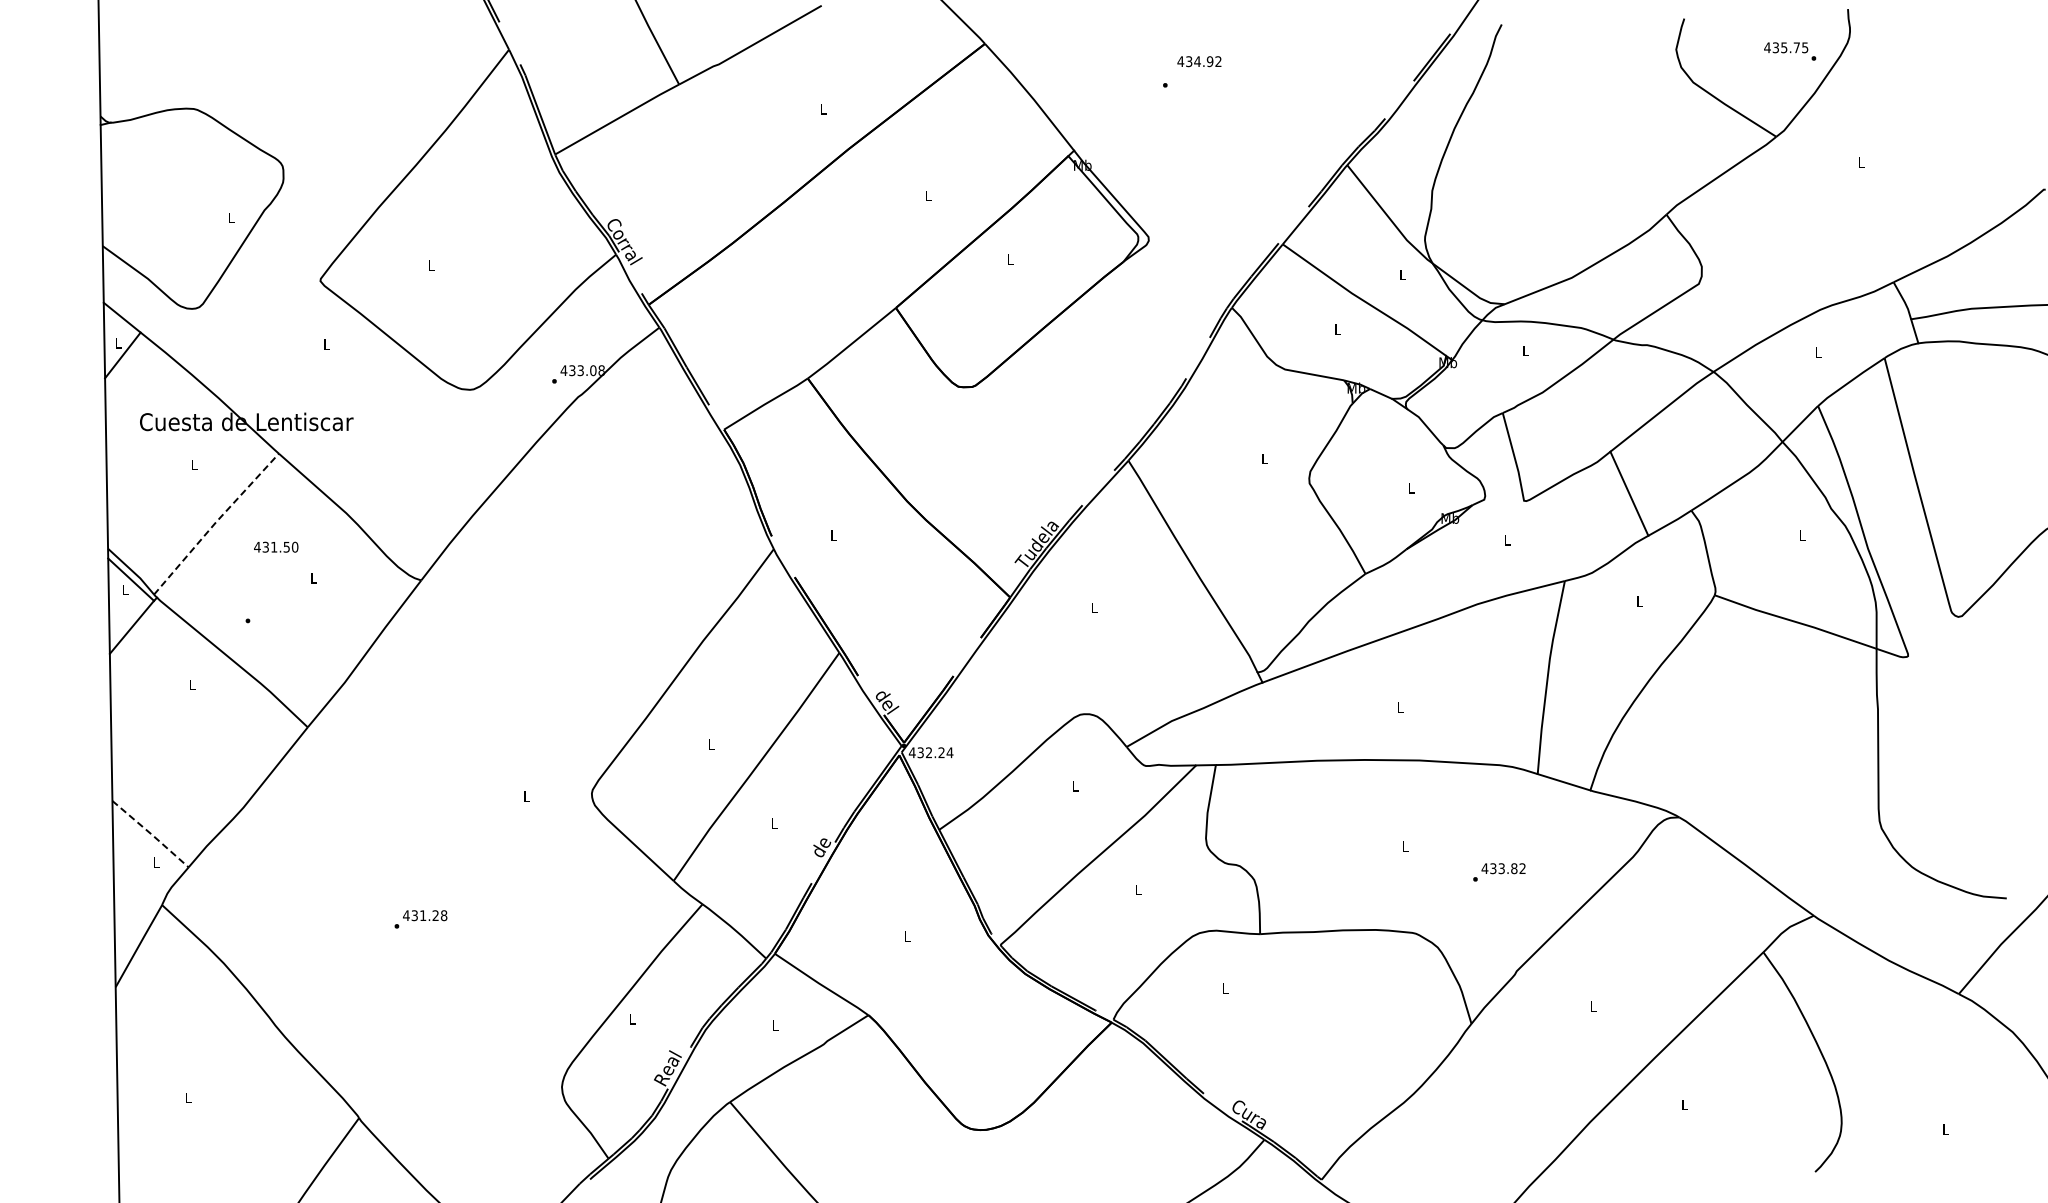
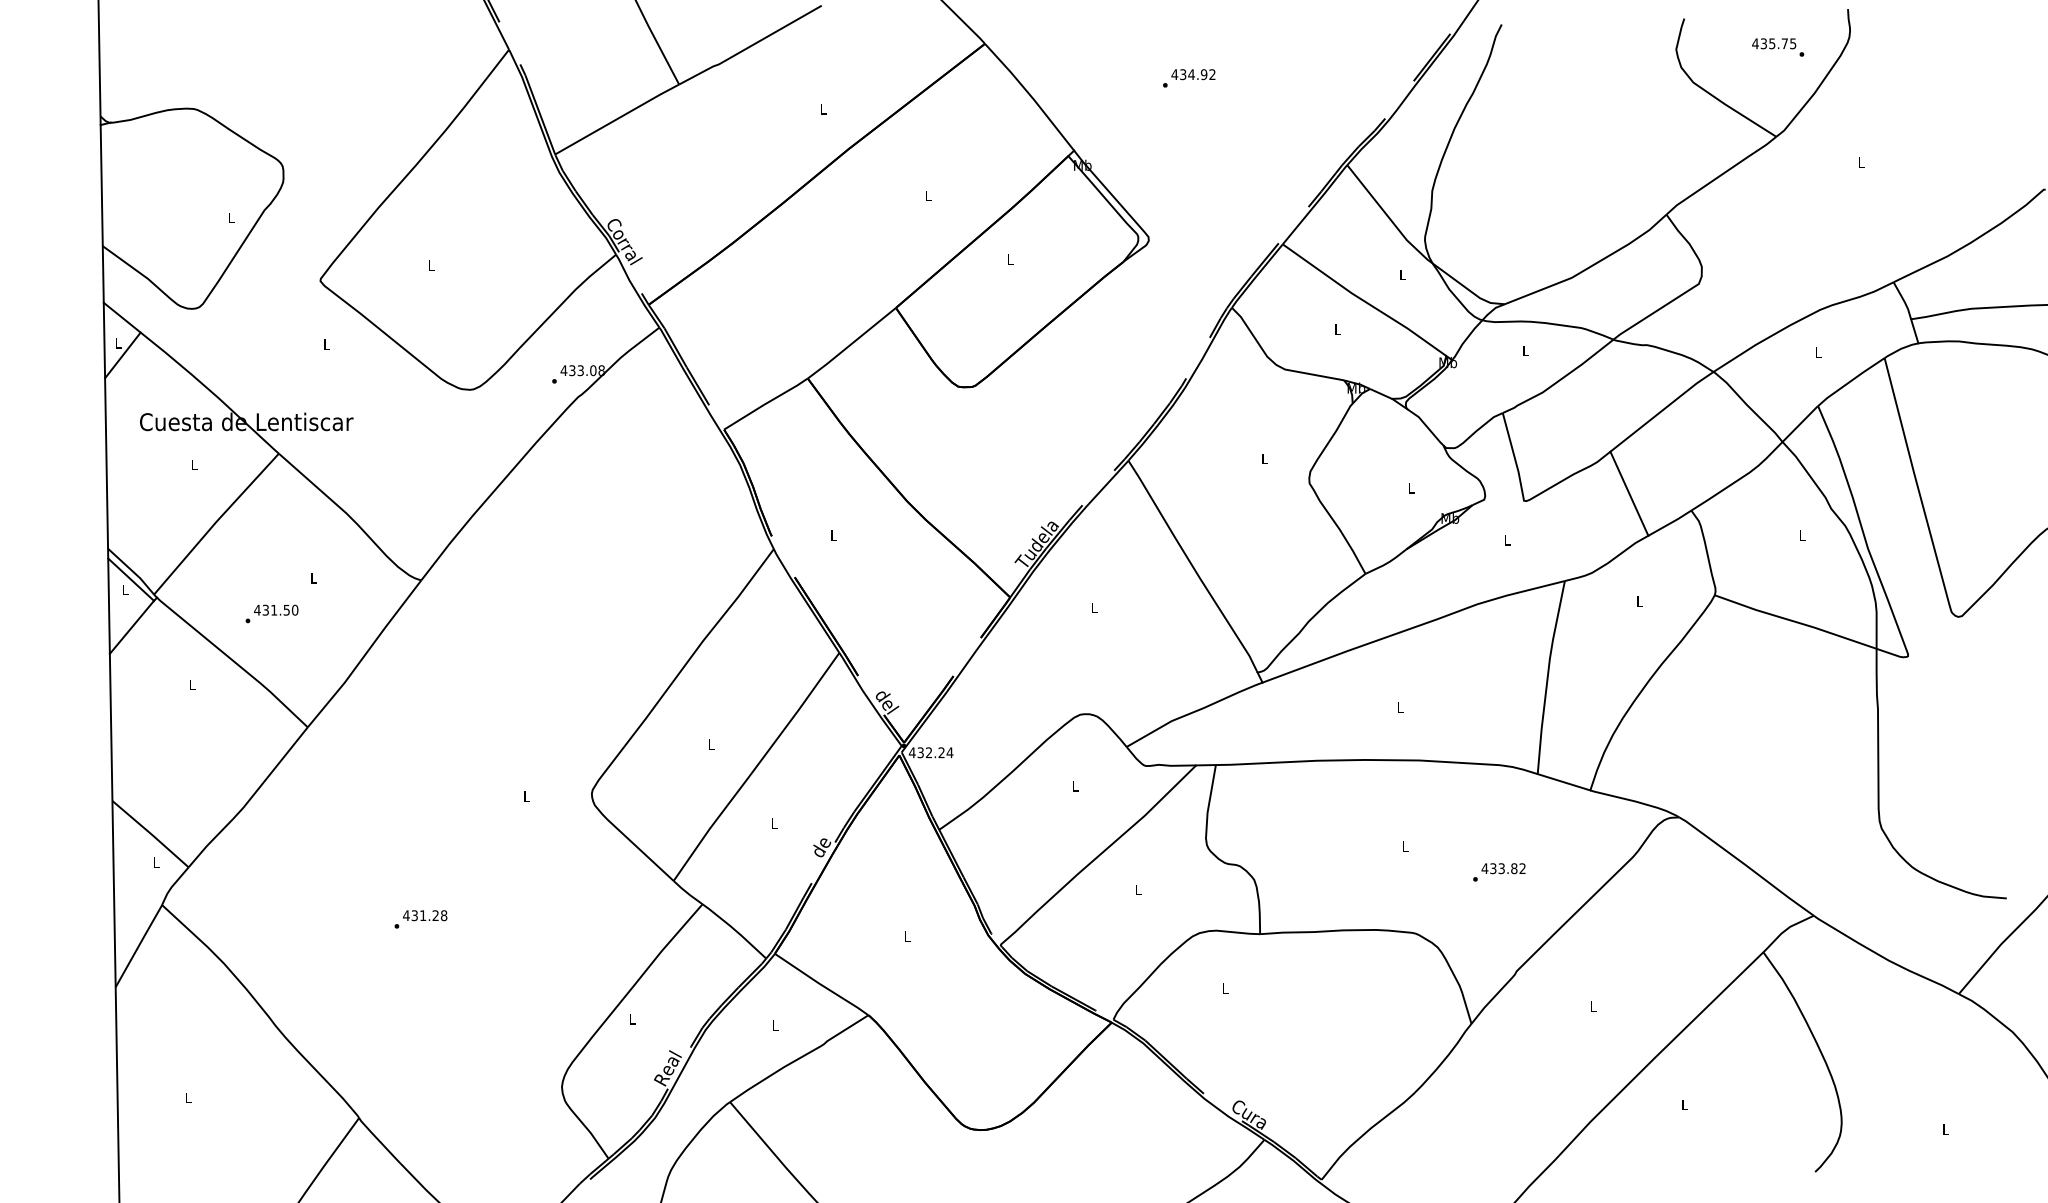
text at (1790, 51) position: (1790, 51) -> (1778, 47)
text at (1199, 61) position: (1199, 61) -> (1193, 74)
line at (215, 522): dashed -> solid
text at (276, 546) position: (276, 546) -> (276, 609)
line at (151, 834): dashed -> solid
